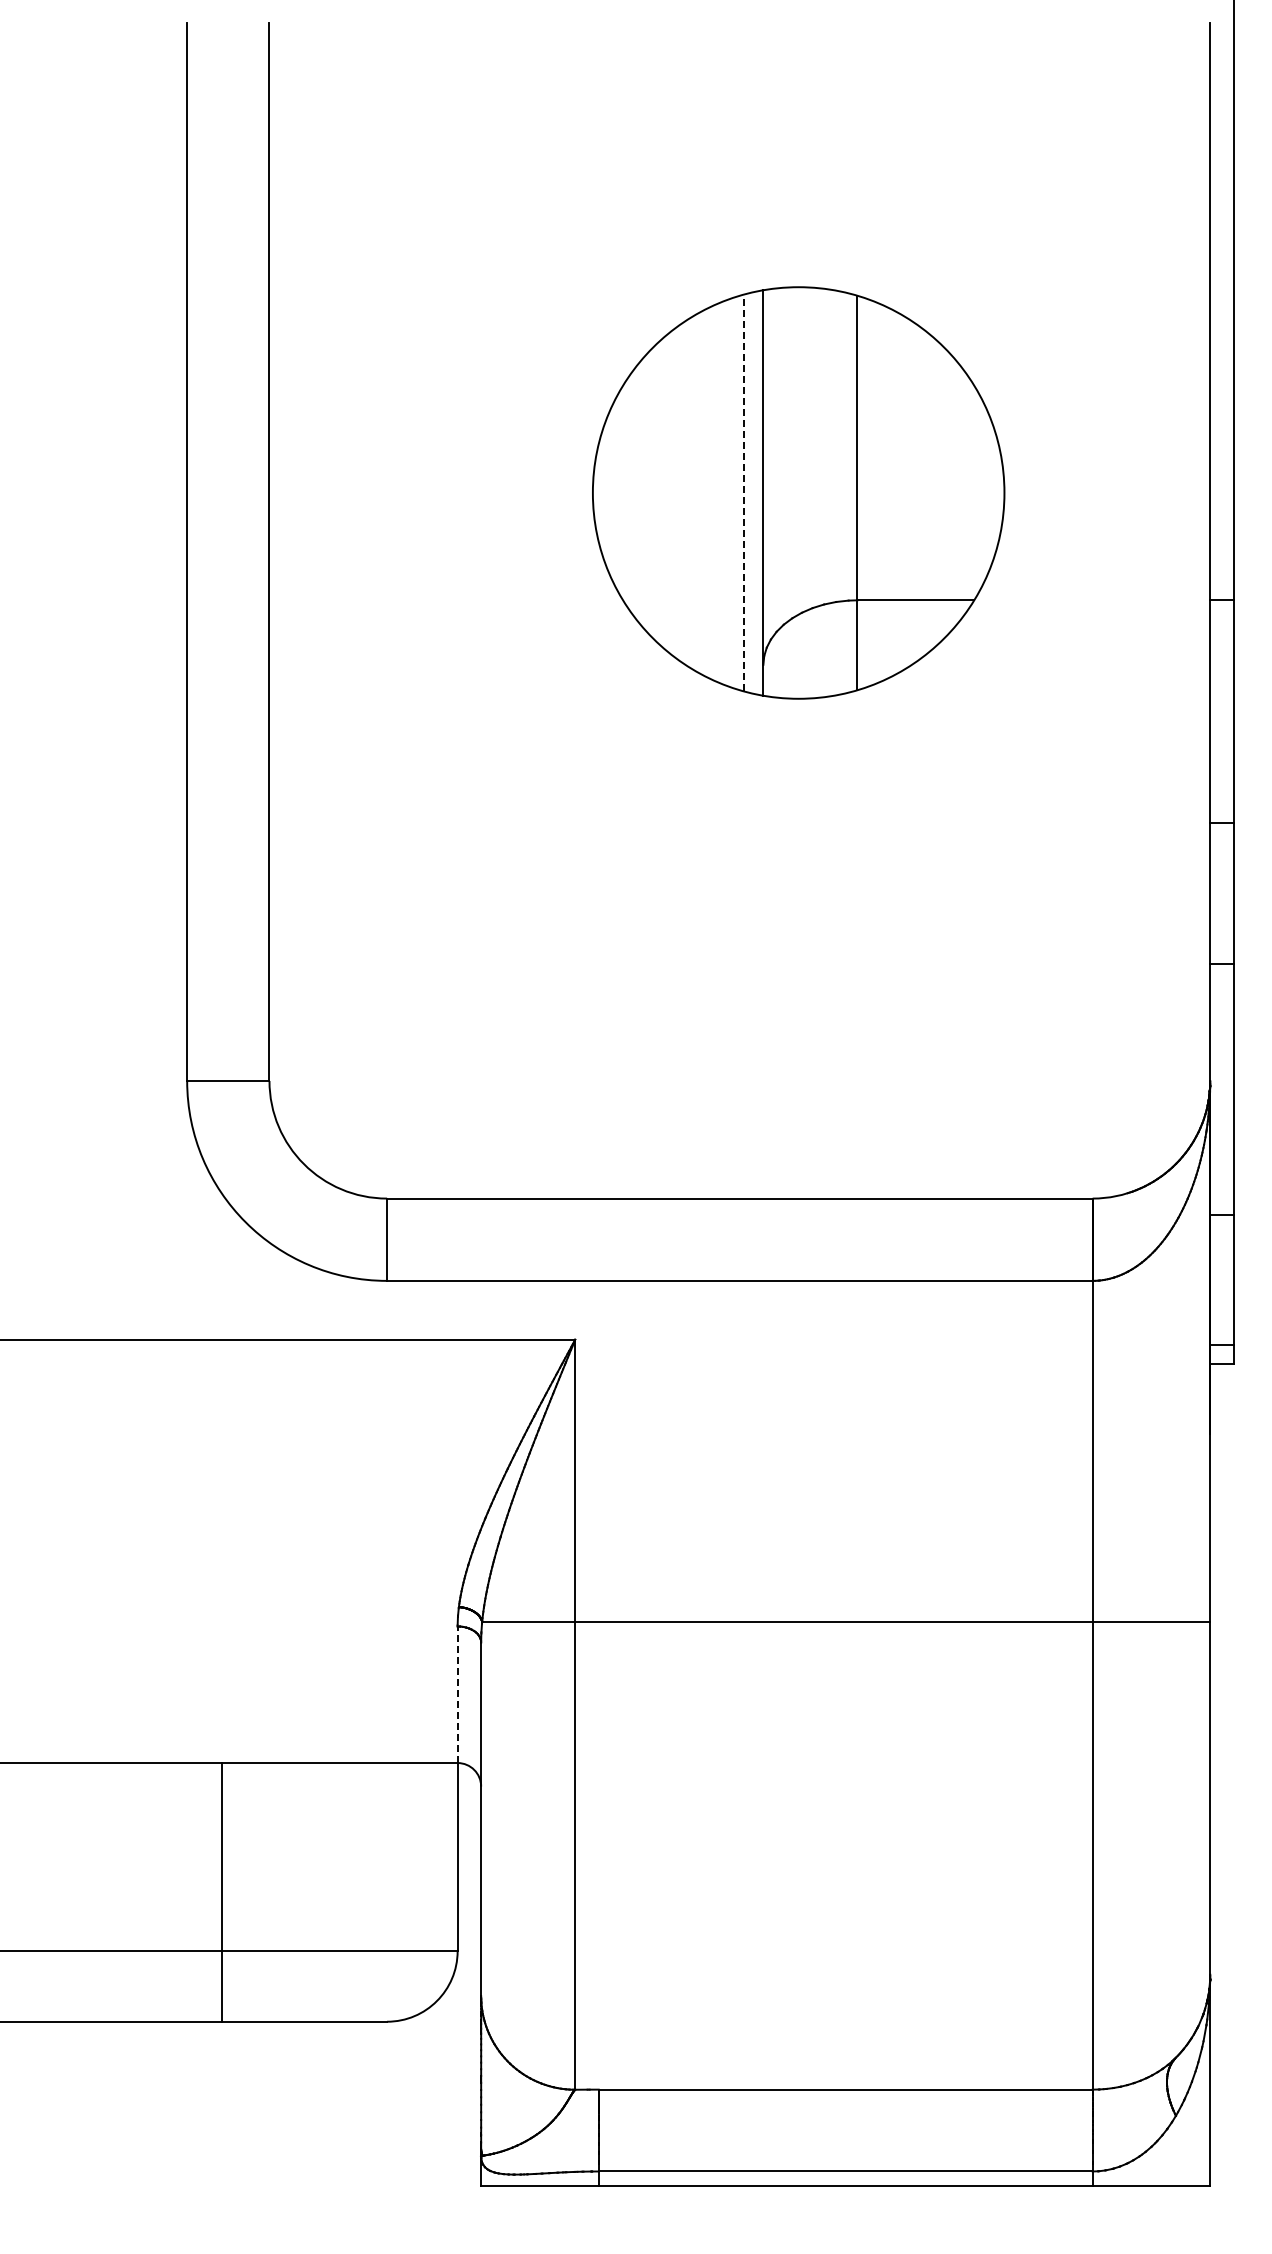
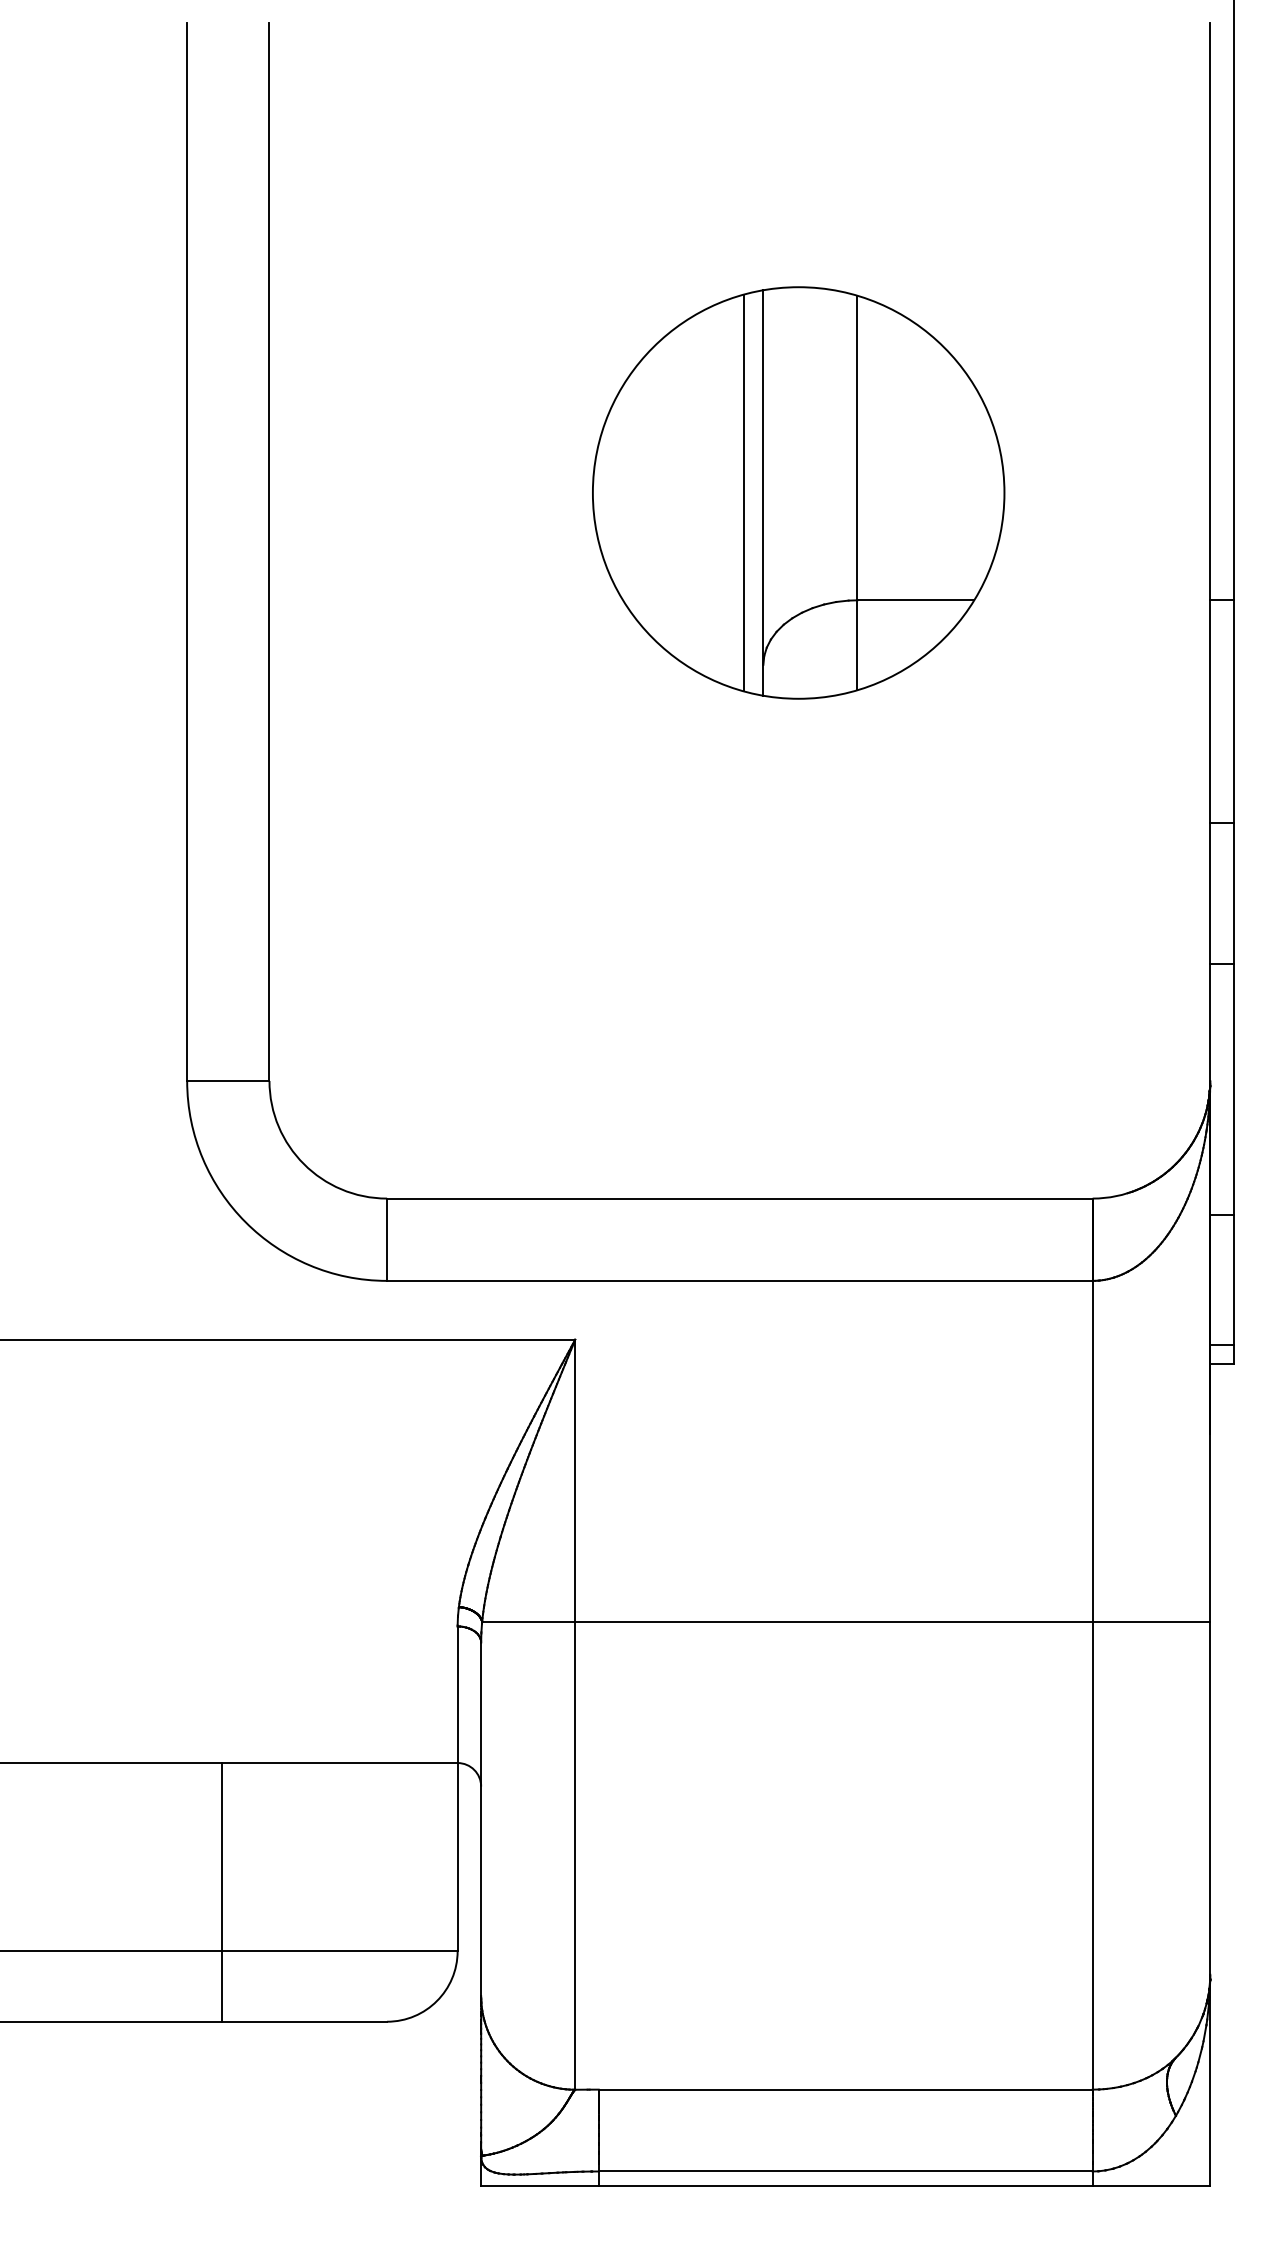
line at (744, 492): dashed -> solid
line at (457, 1694): dashed -> solid
